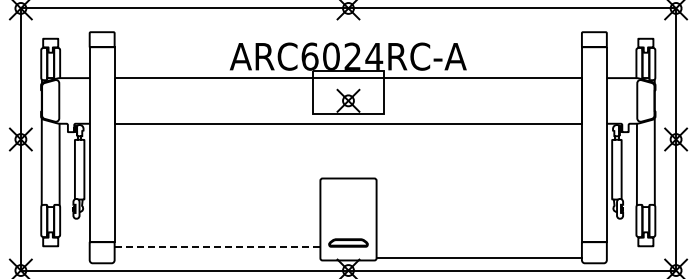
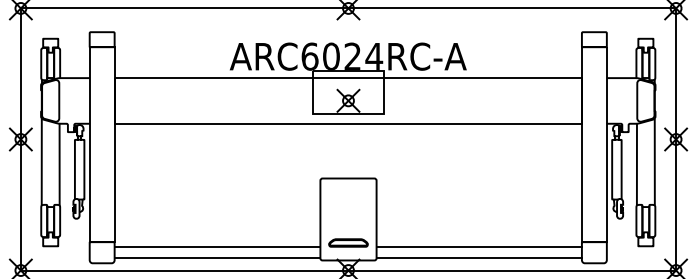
line at (217, 246): dashed -> solid
line at (478, 246): none -> present
line at (217, 257): none -> present
